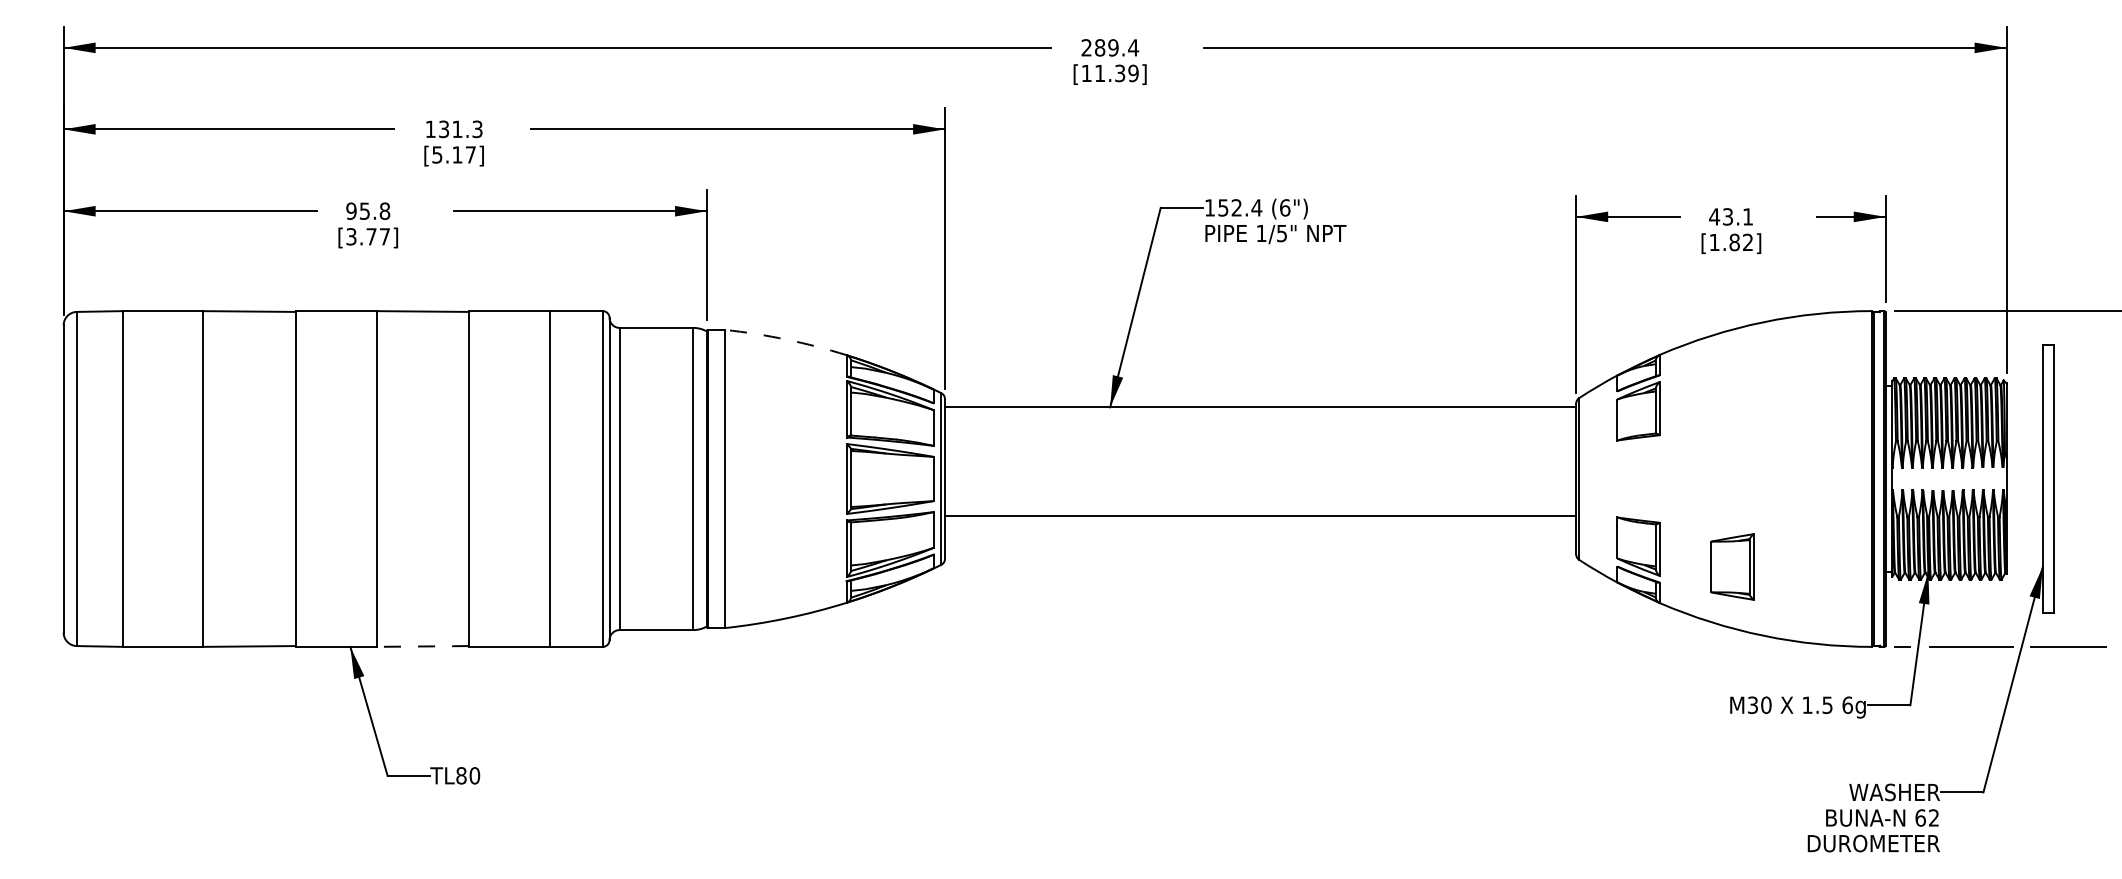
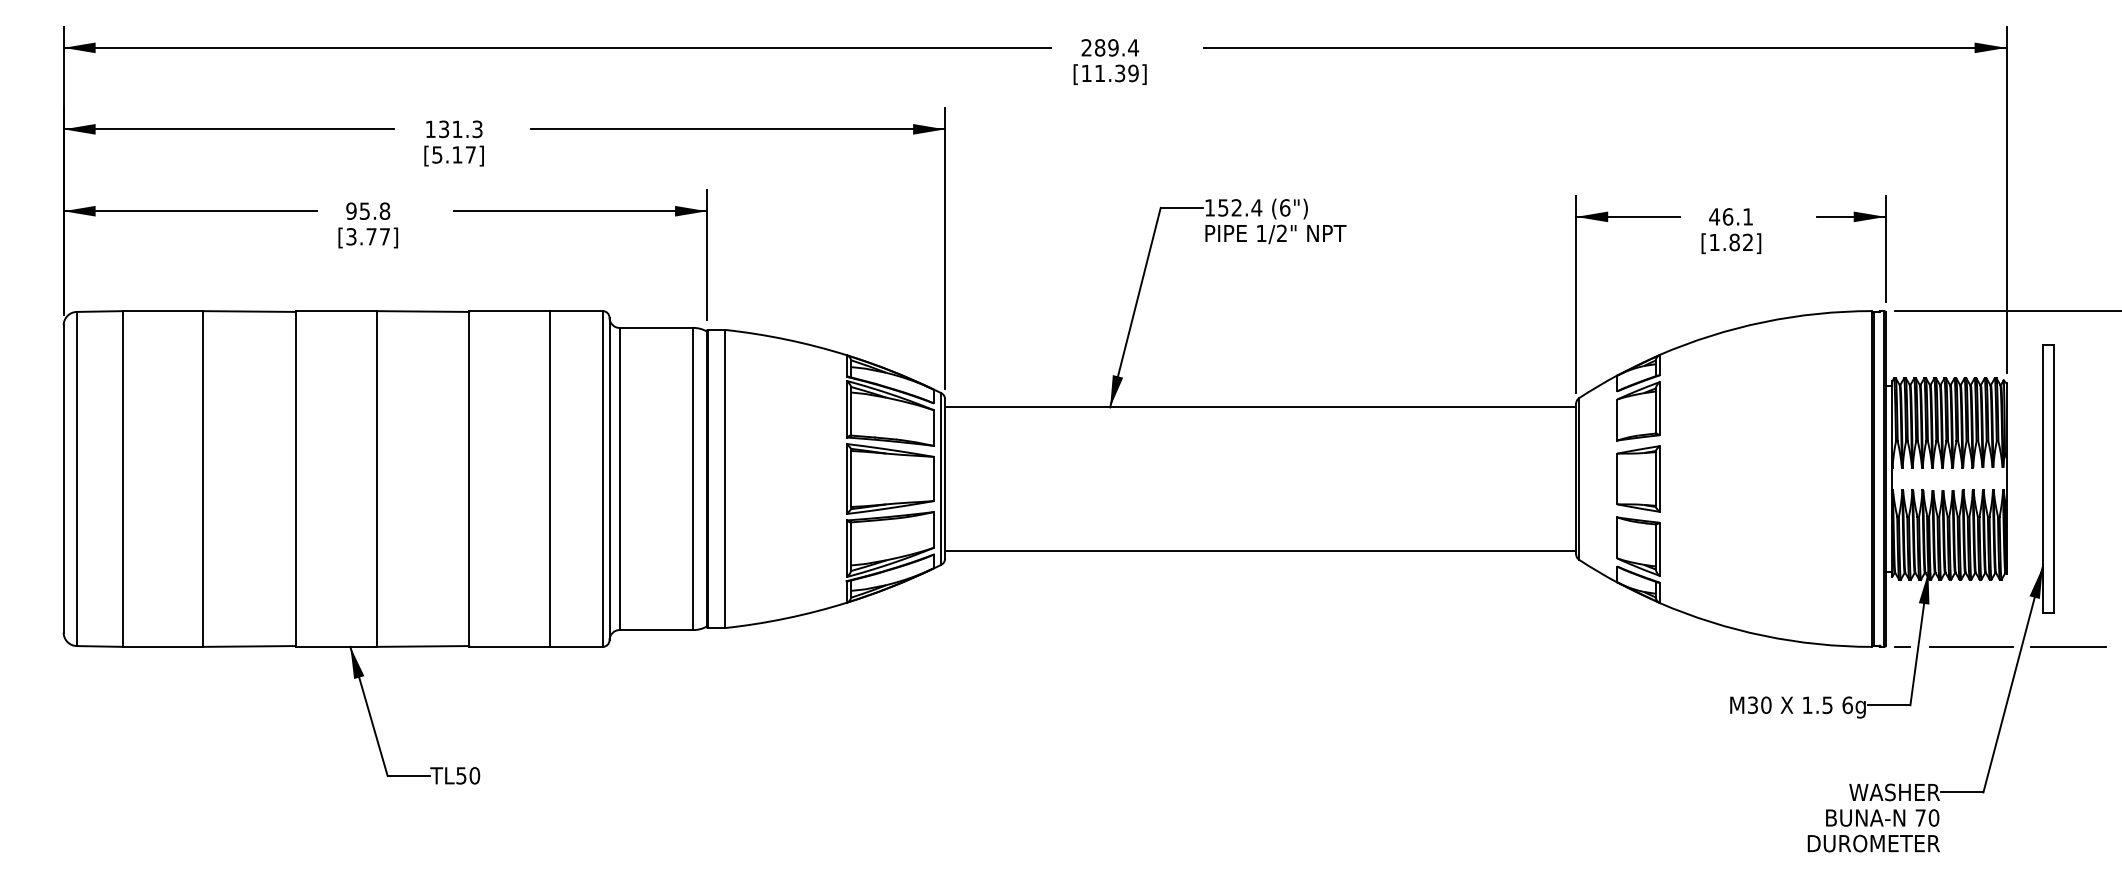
text at (1727, 216): 43.1 -> 46.1
text at (1281, 233): 1/5" -> 1/2"
arc at (786, 339): dashed -> solid
line at (1260, 515) position: (1260, 515) -> (1260, 550)
part at (1732, 566) position: (1732, 566) -> (1638, 478)
line at (422, 646): dashed -> solid
text at (461, 775): TL80 -> TL50
text at (1927, 817): 62 -> 70
